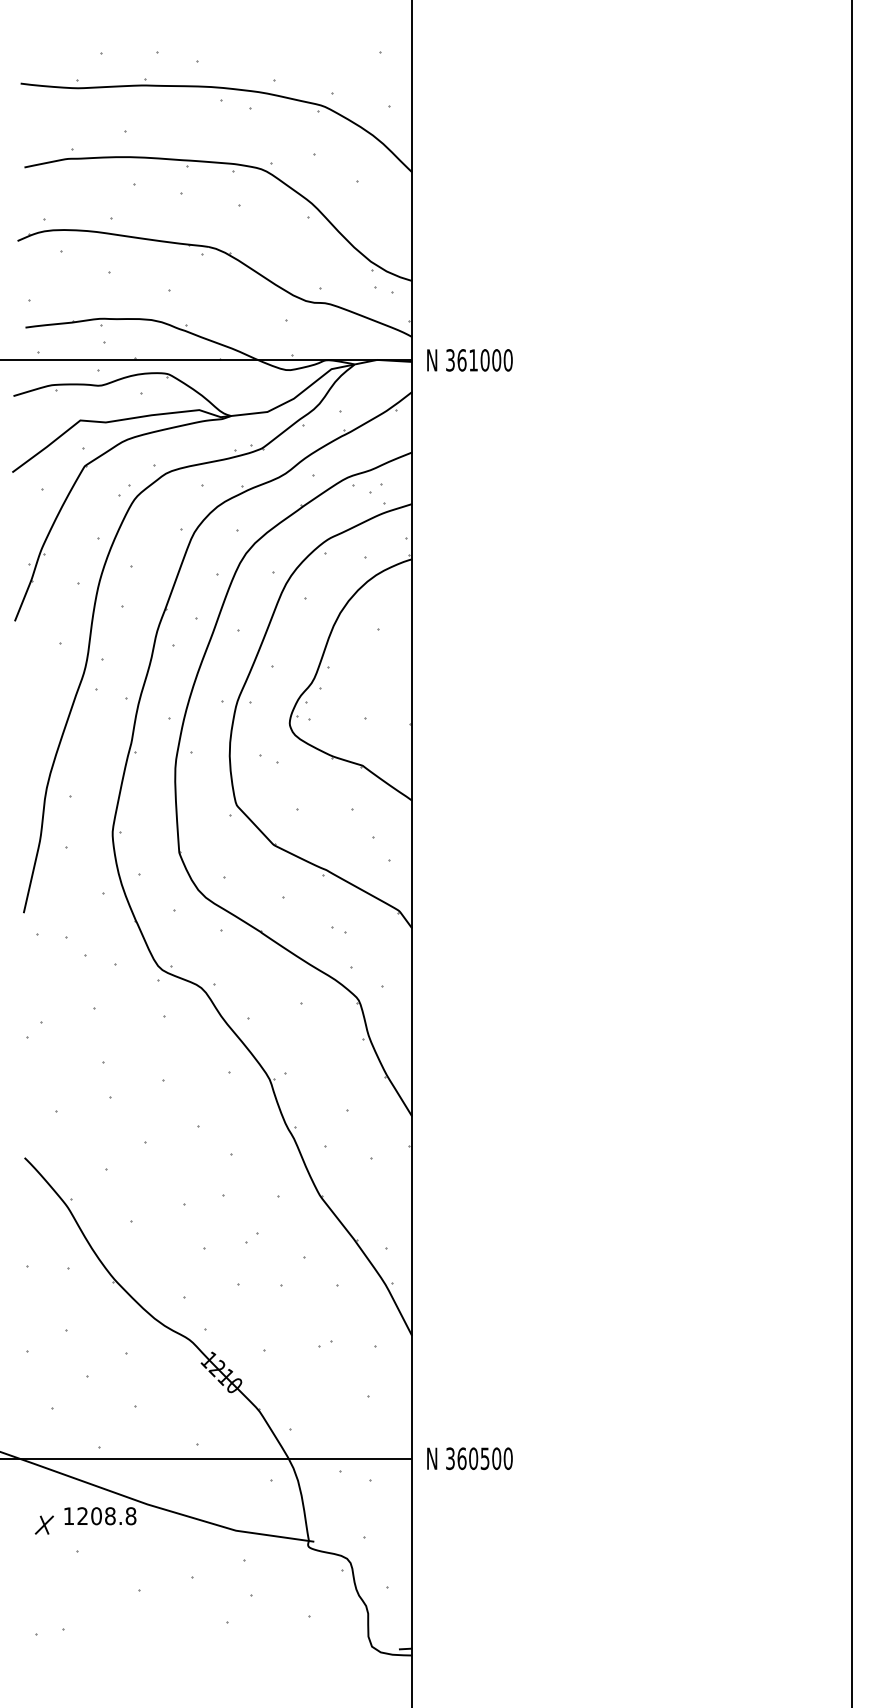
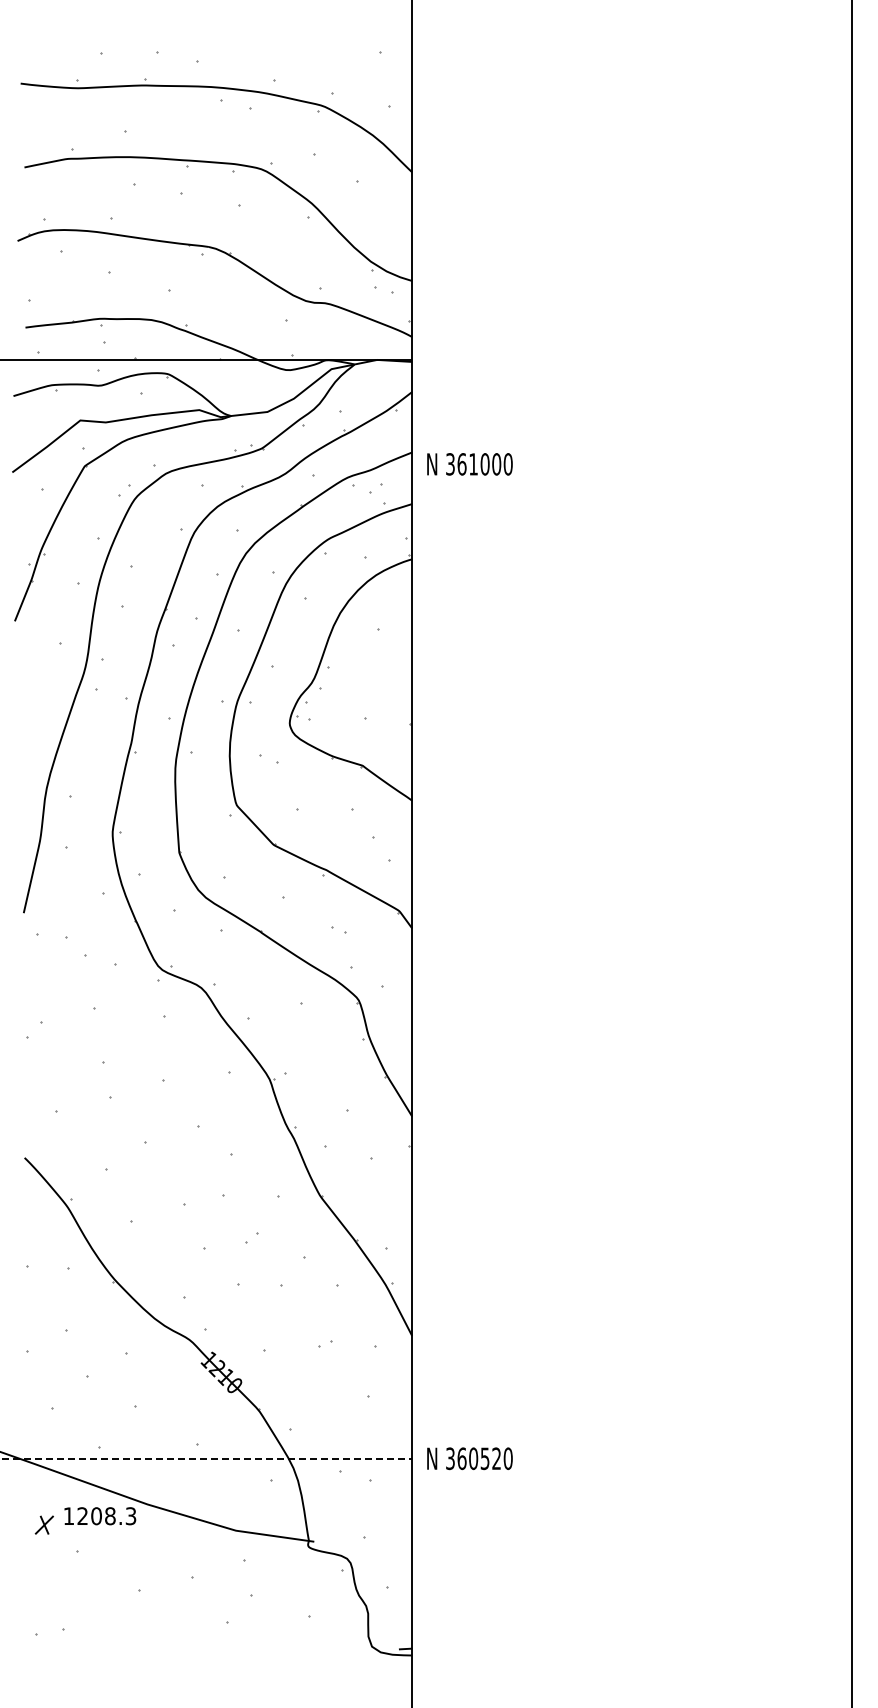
text at (469, 360) position: (469, 360) -> (469, 464)
line at (206, 1458): solid -> dashed
text at (496, 1458): 360500 -> 360520
text at (130, 1516): 1208.8 -> 1208.3
